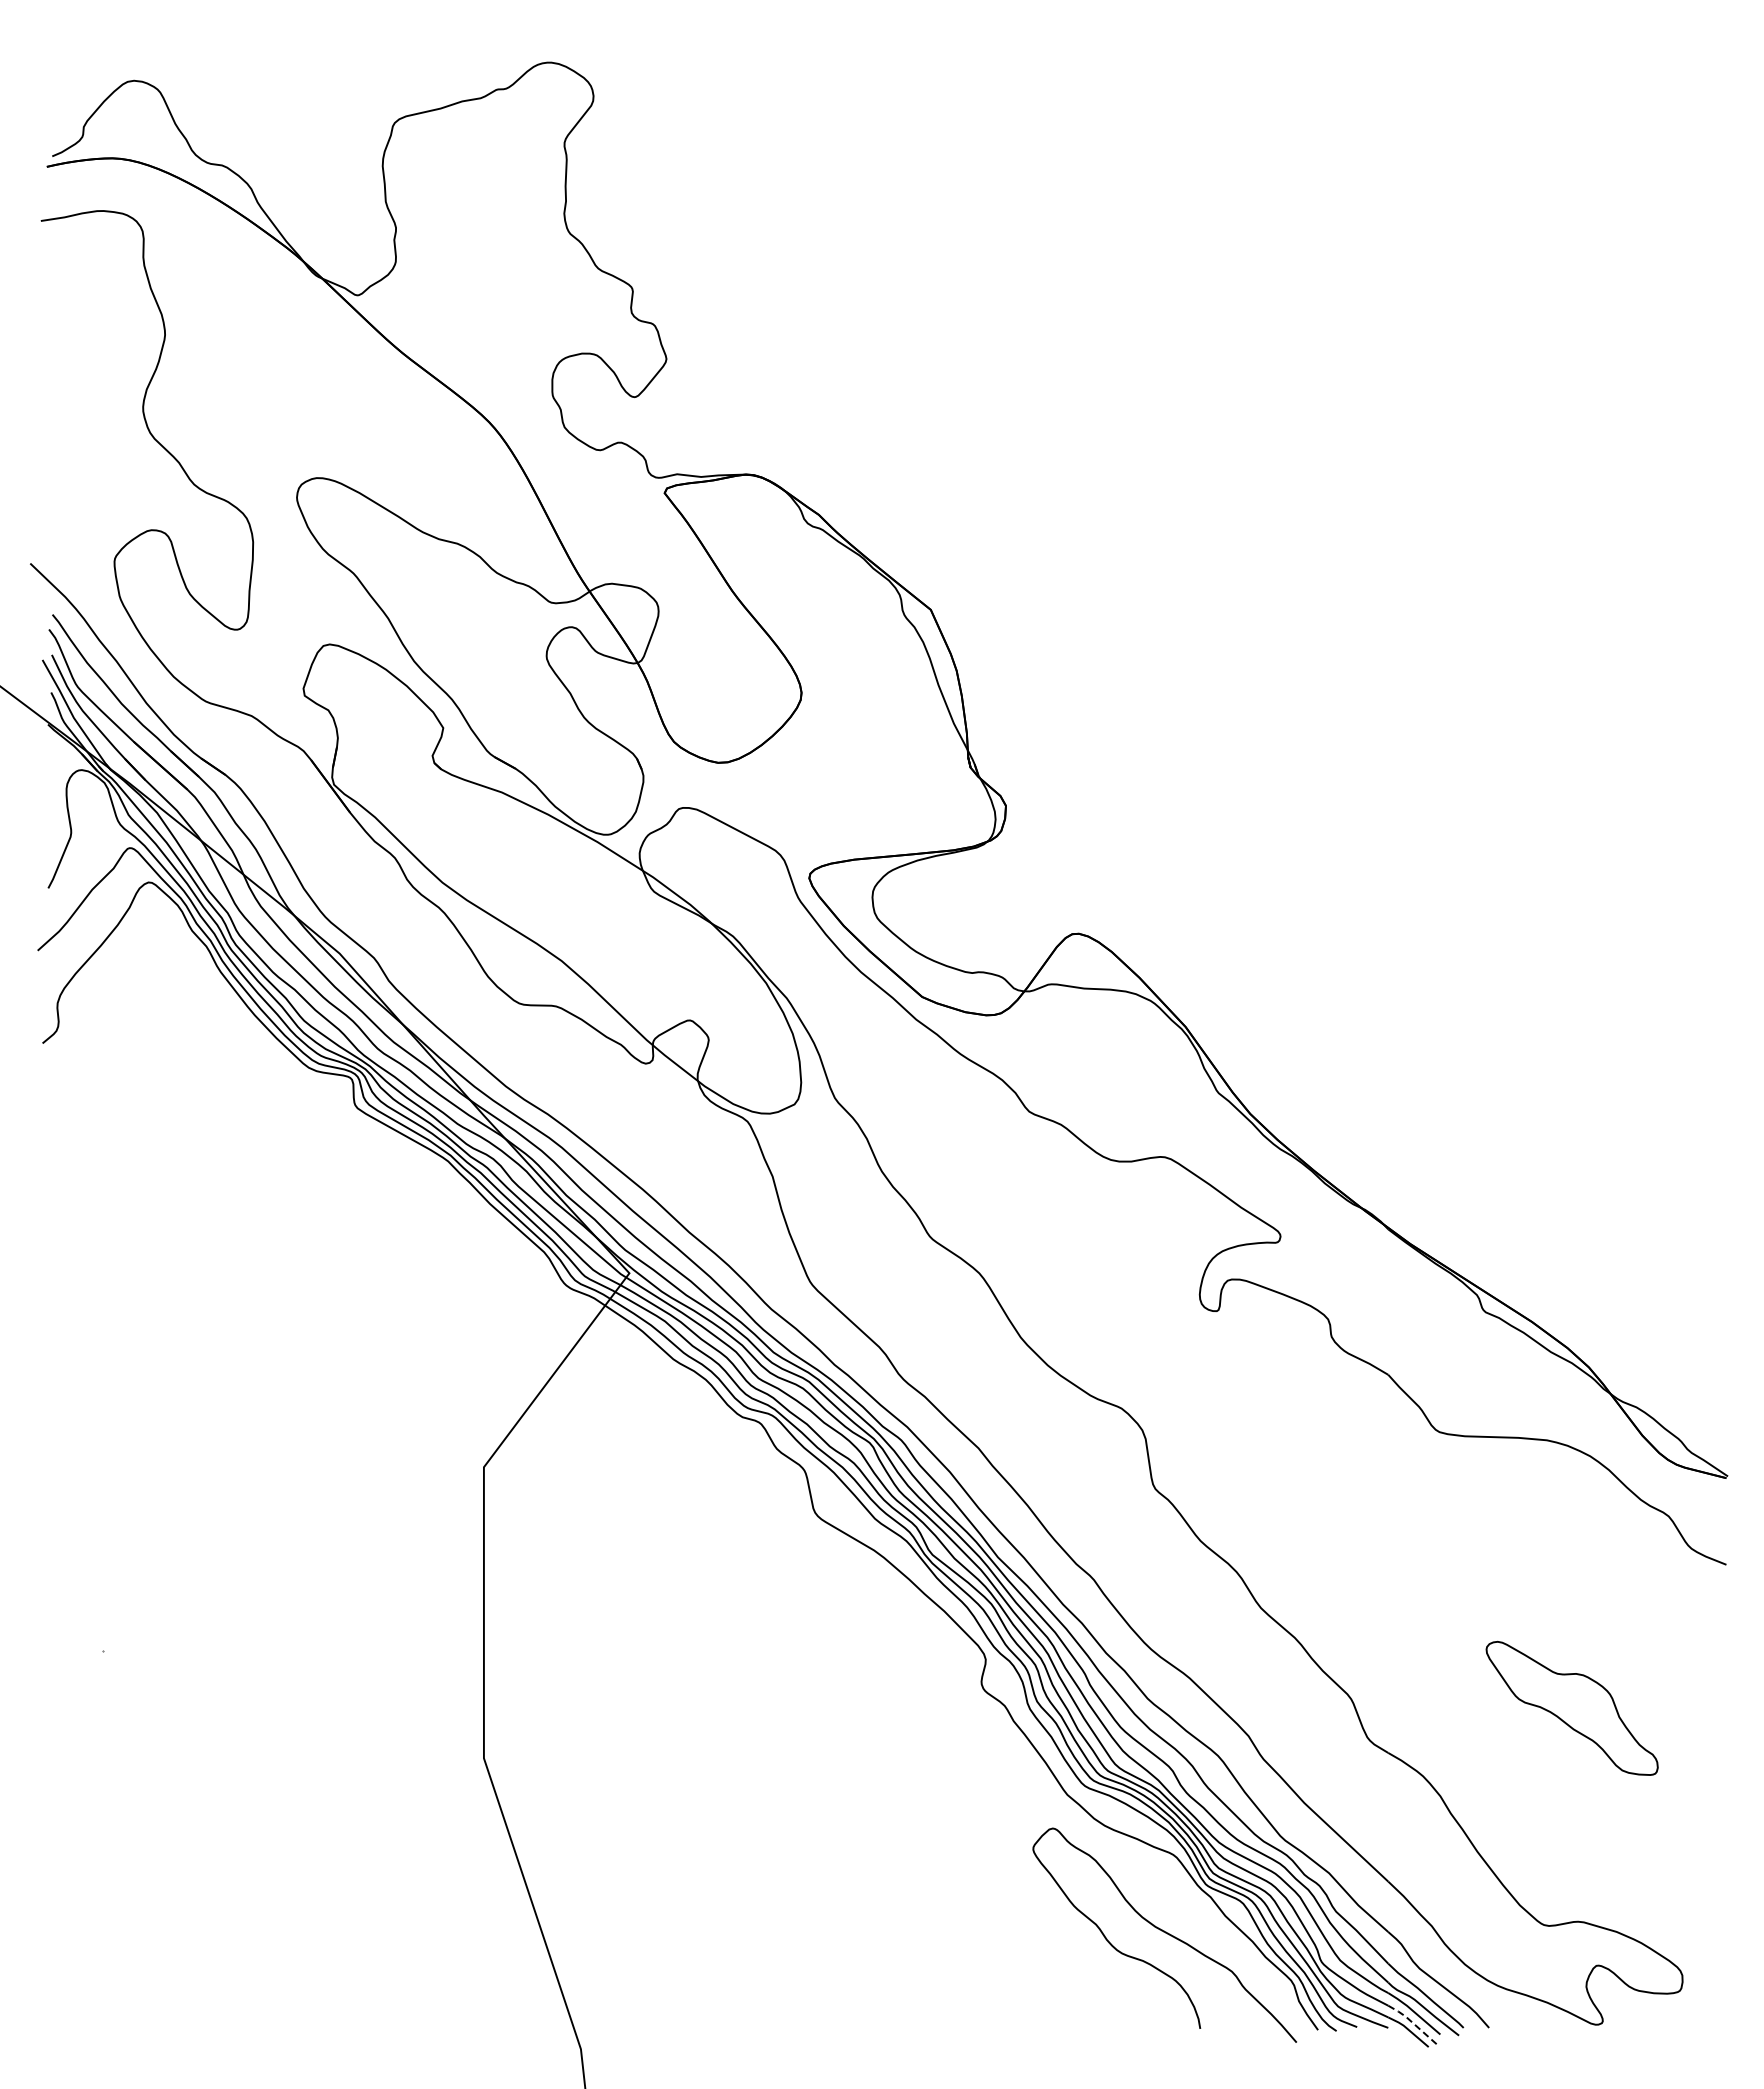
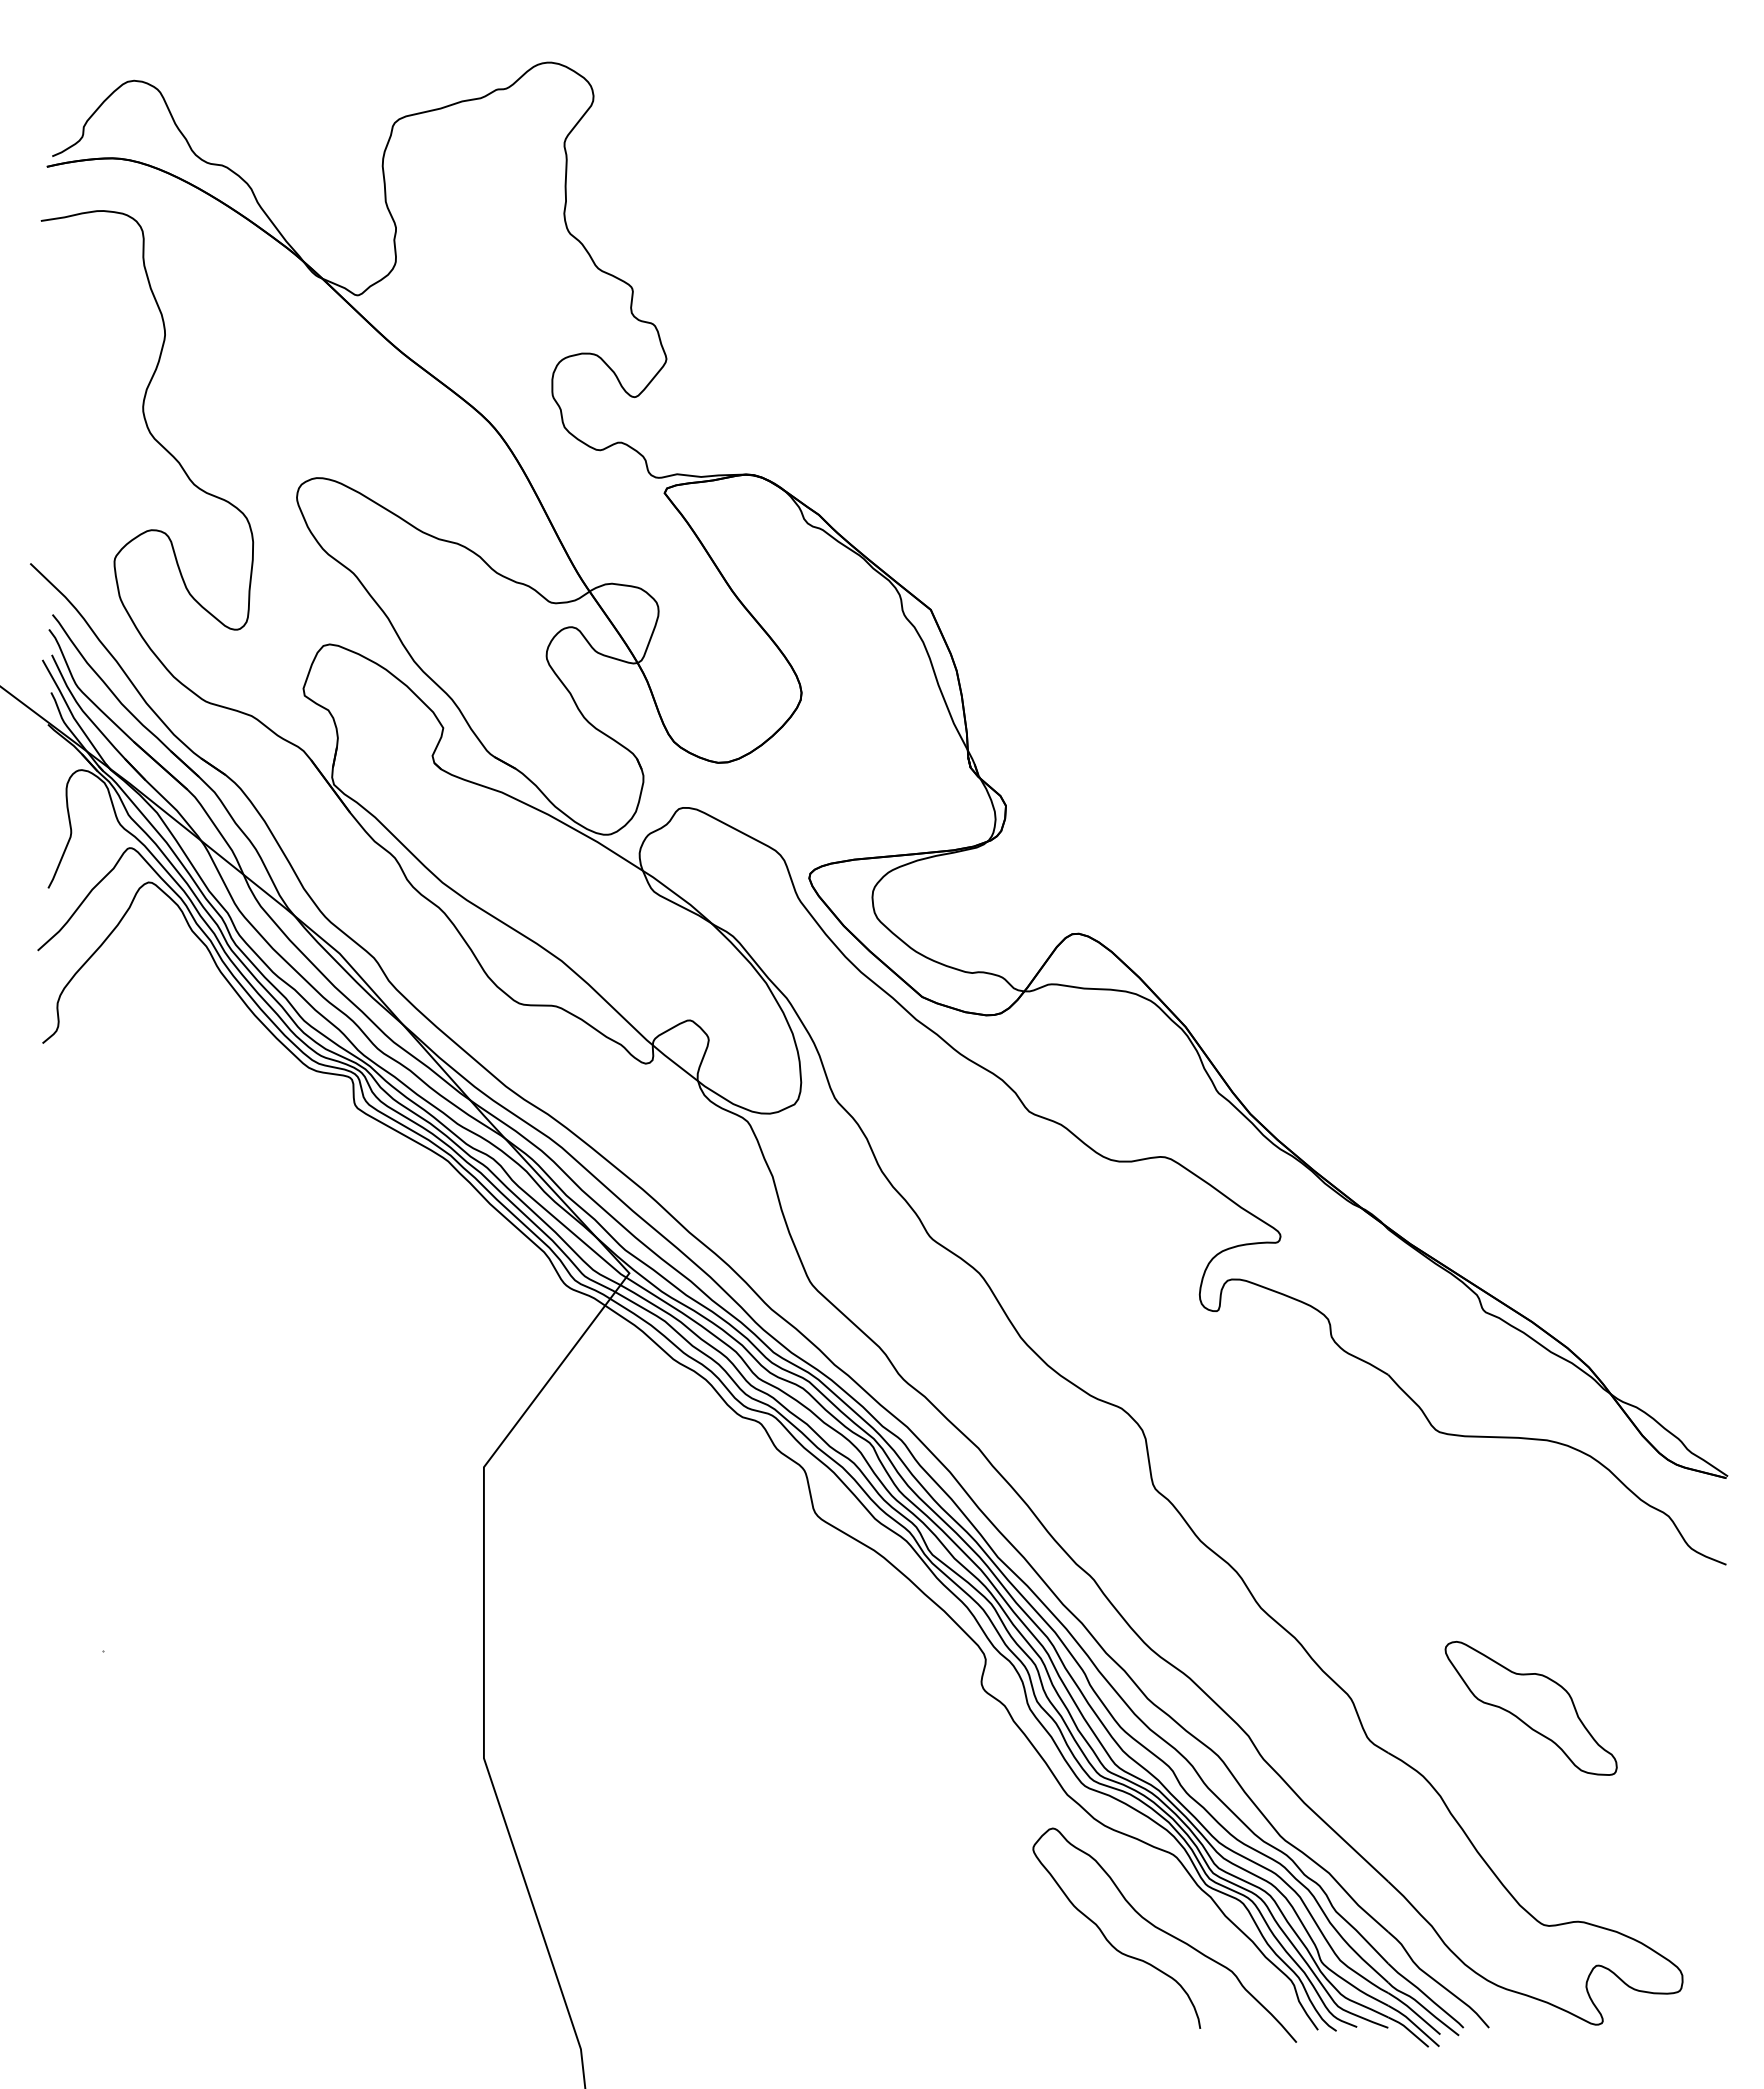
part at (1571, 1707) position: (1571, 1707) -> (1530, 1707)
line at (1414, 2024): dashed -> solid
